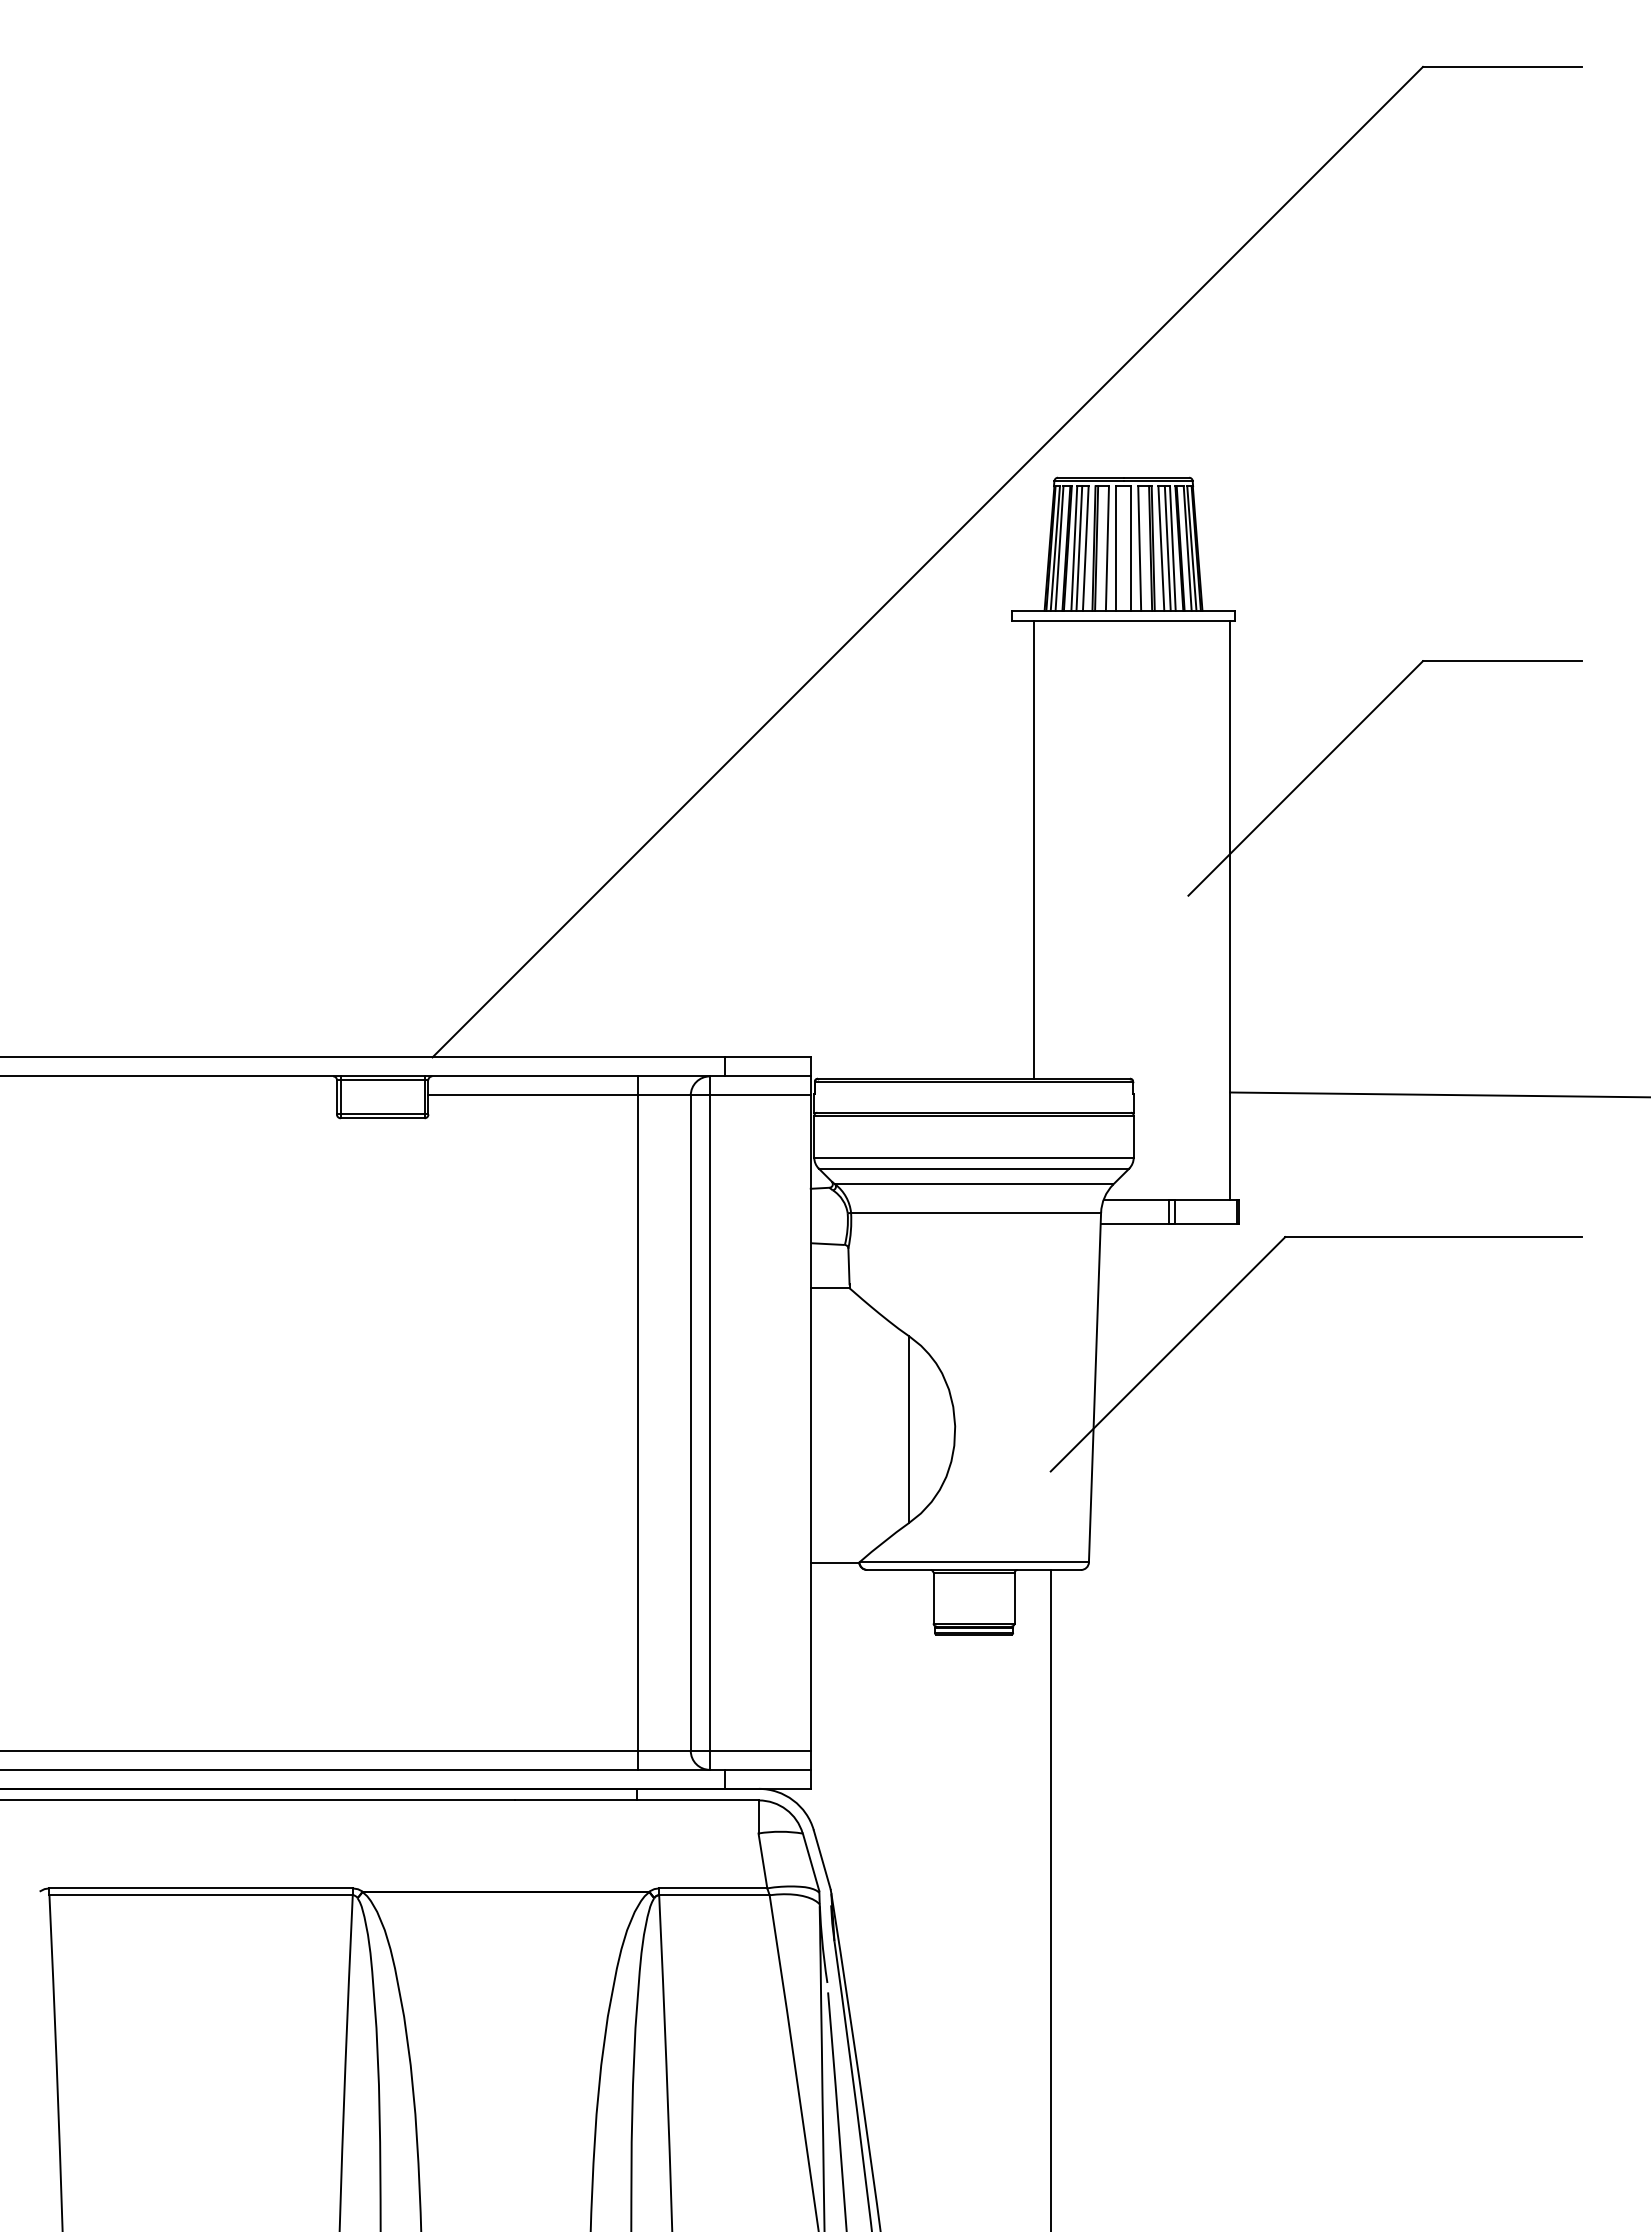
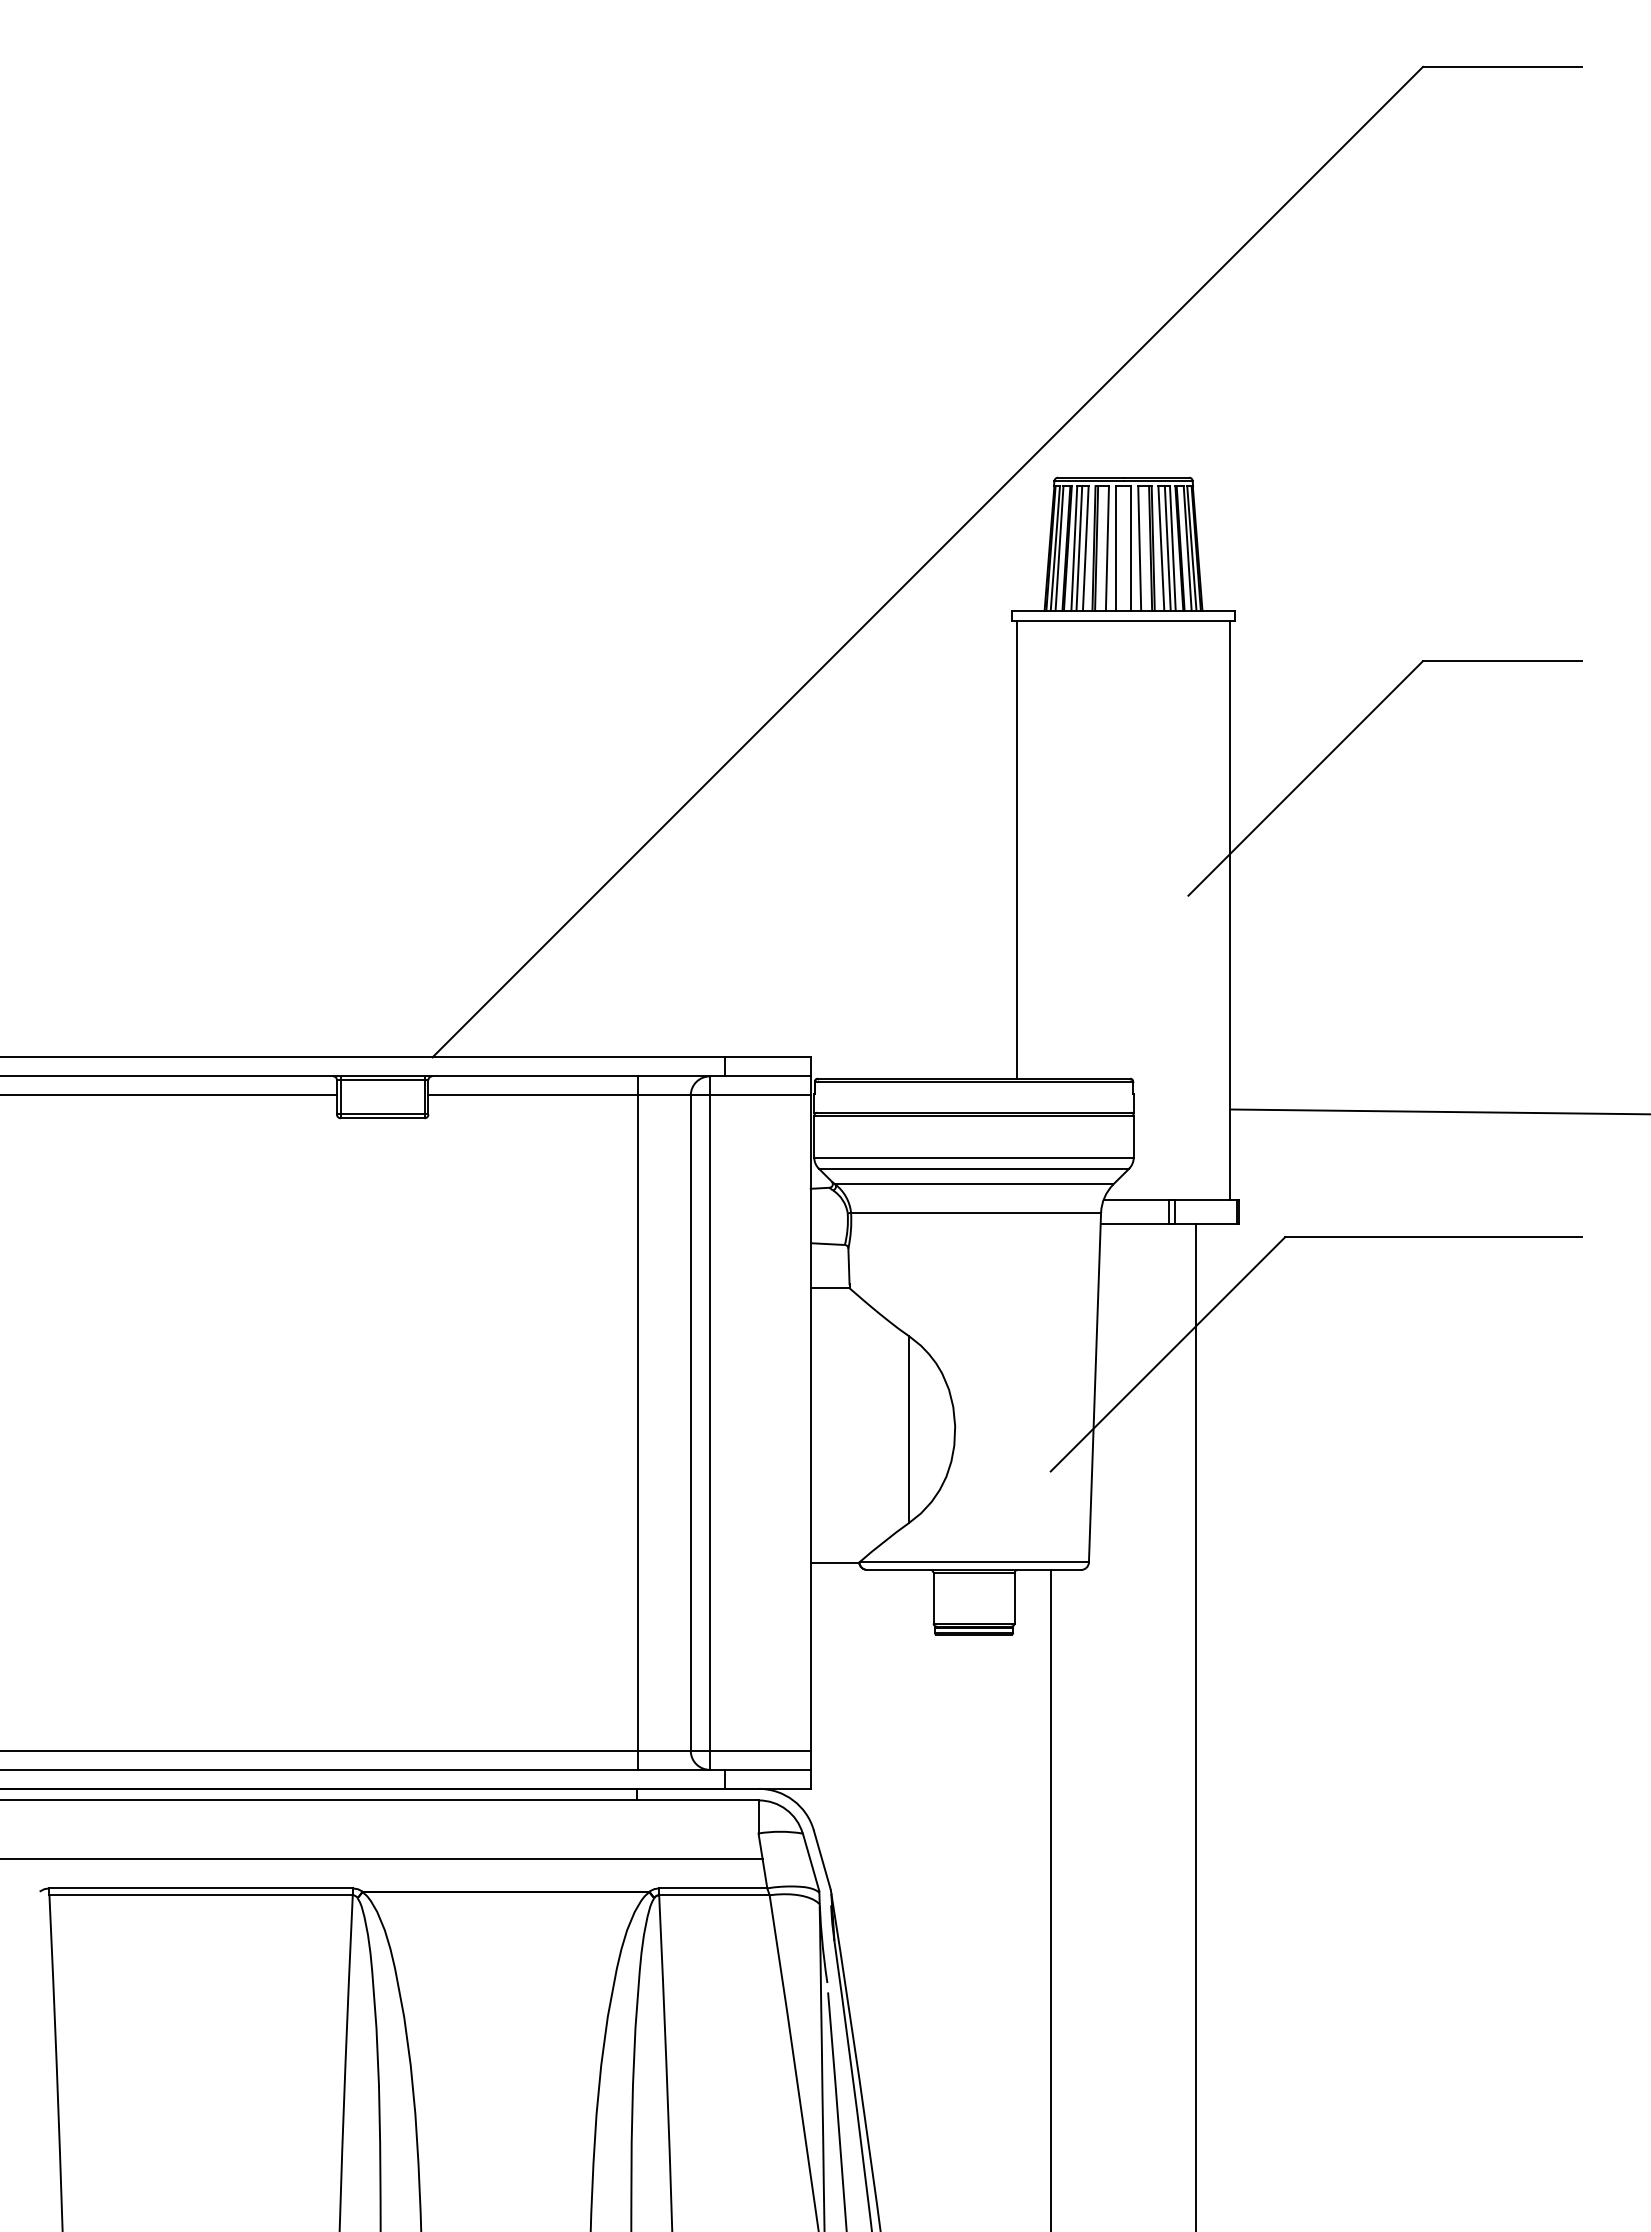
line at (1033, 849) position: (1033, 849) -> (1016, 849)
line at (1438, 1094) position: (1438, 1094) -> (1438, 1111)
line at (169, 1095): none -> present
line at (1195, 1726): none -> present
line at (382, 1858): none -> present
